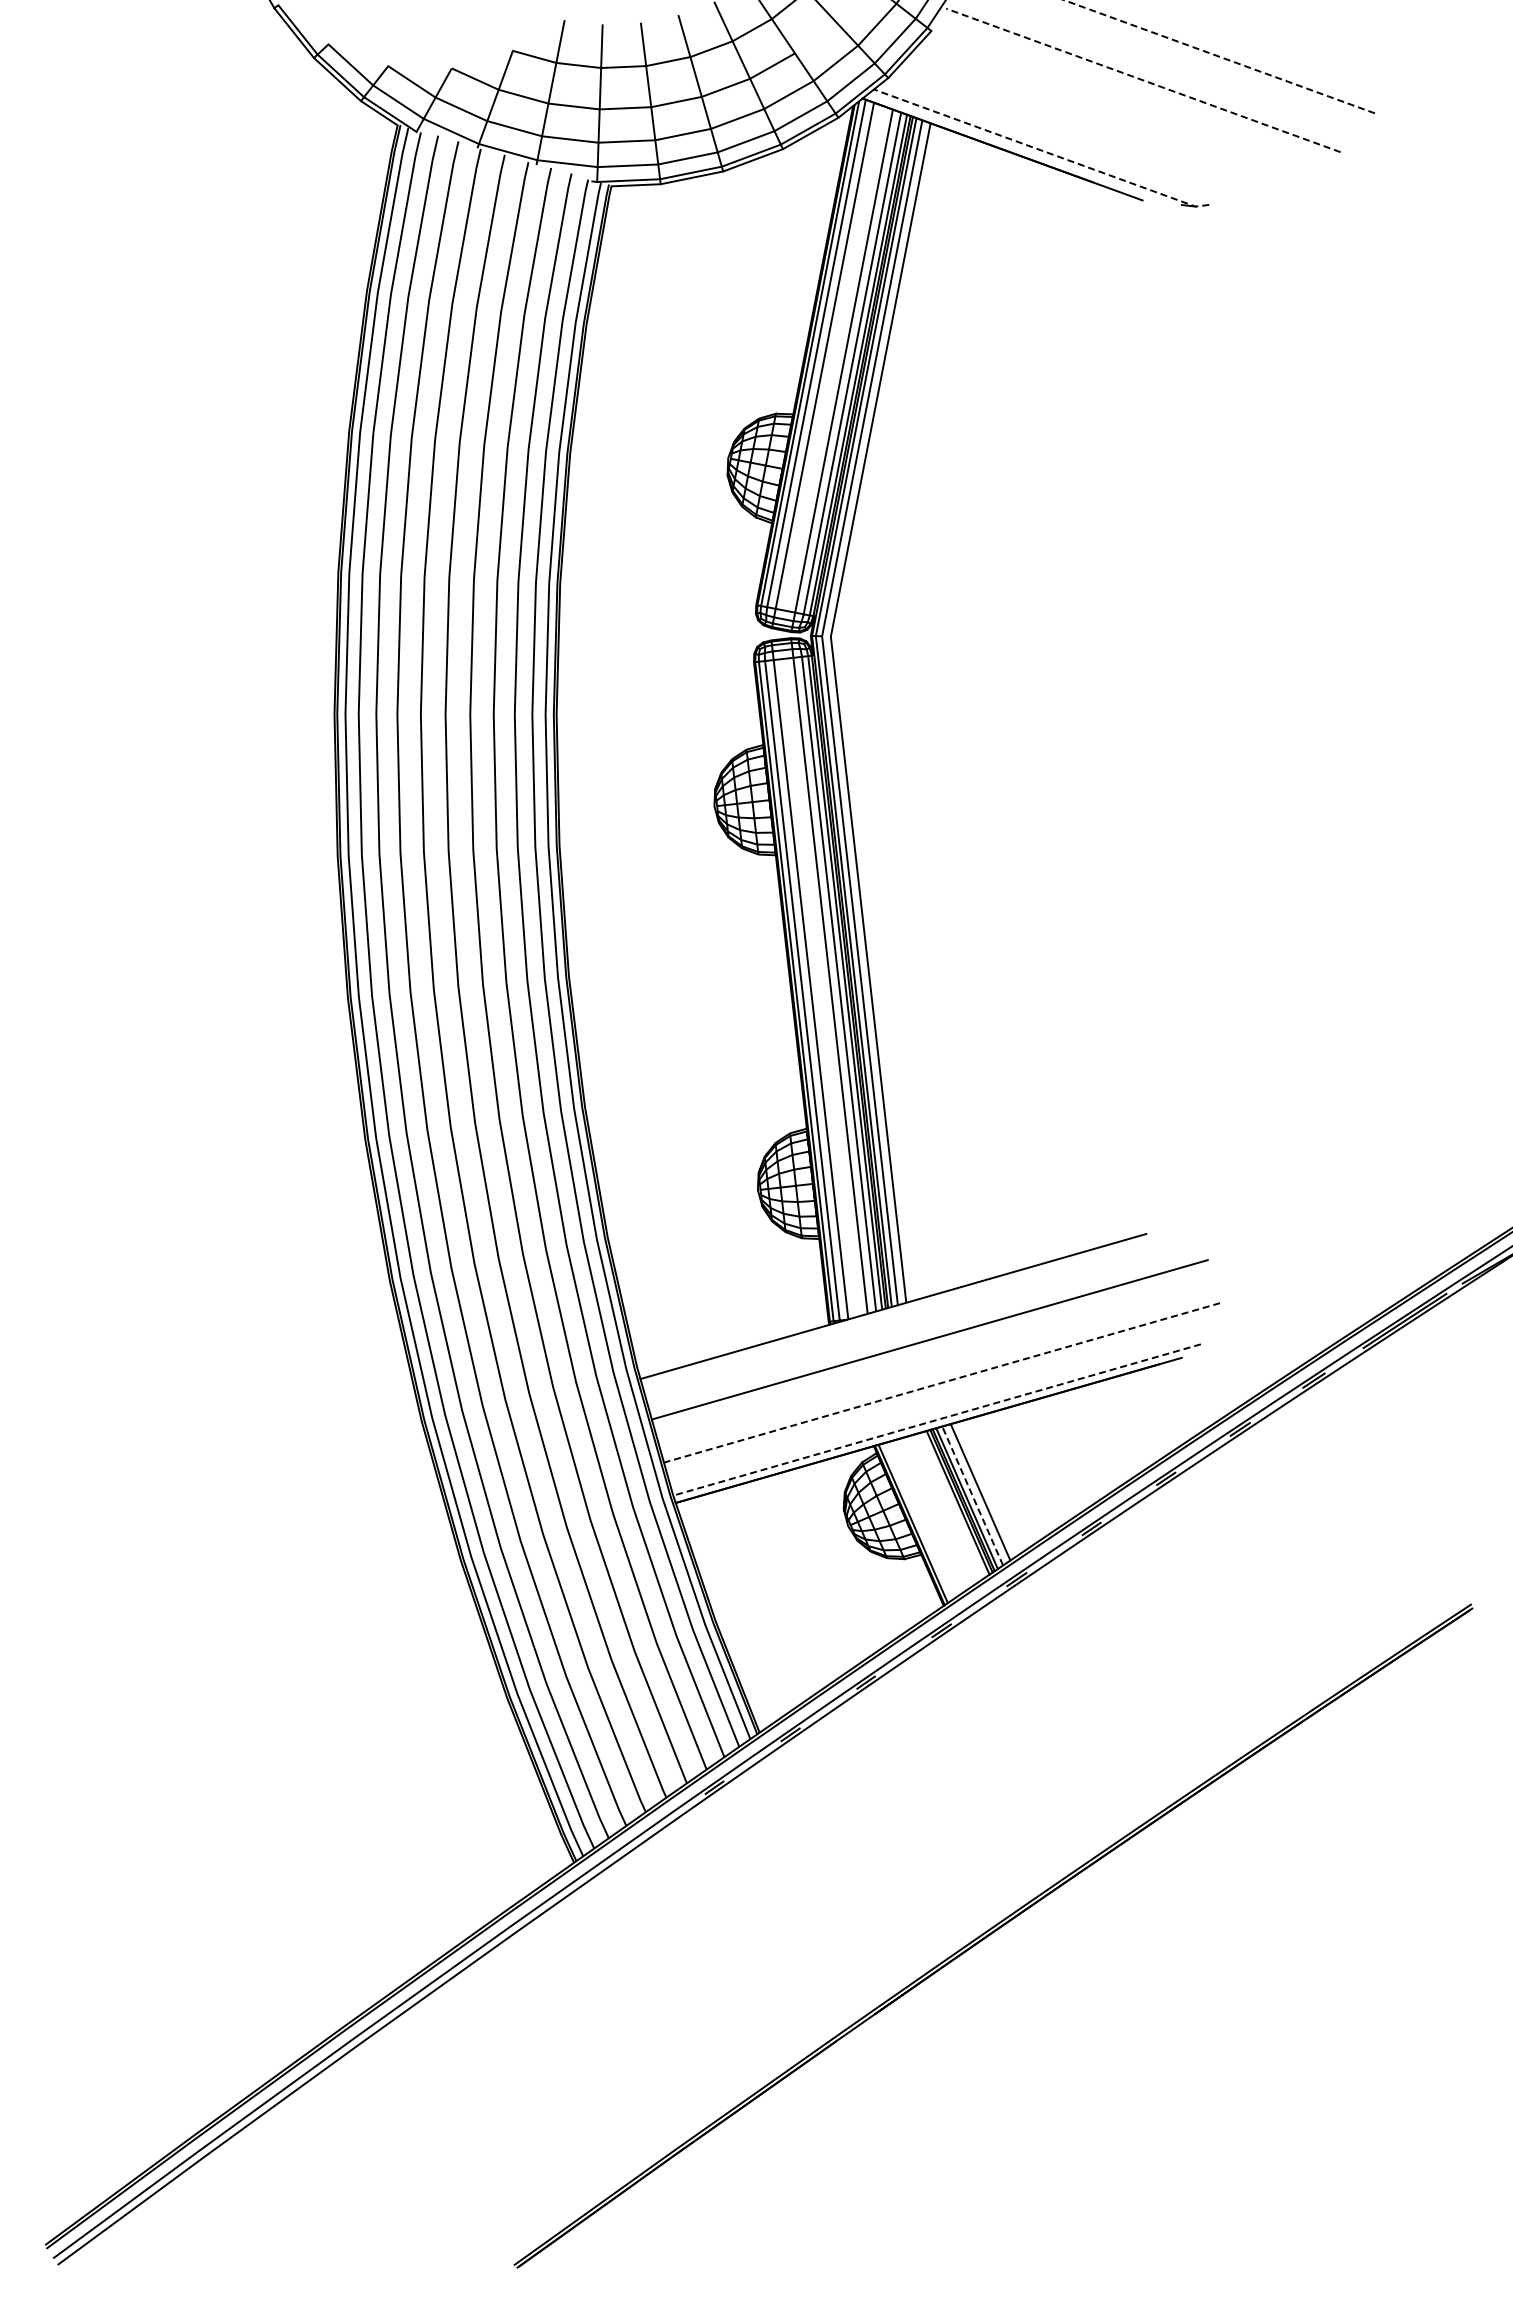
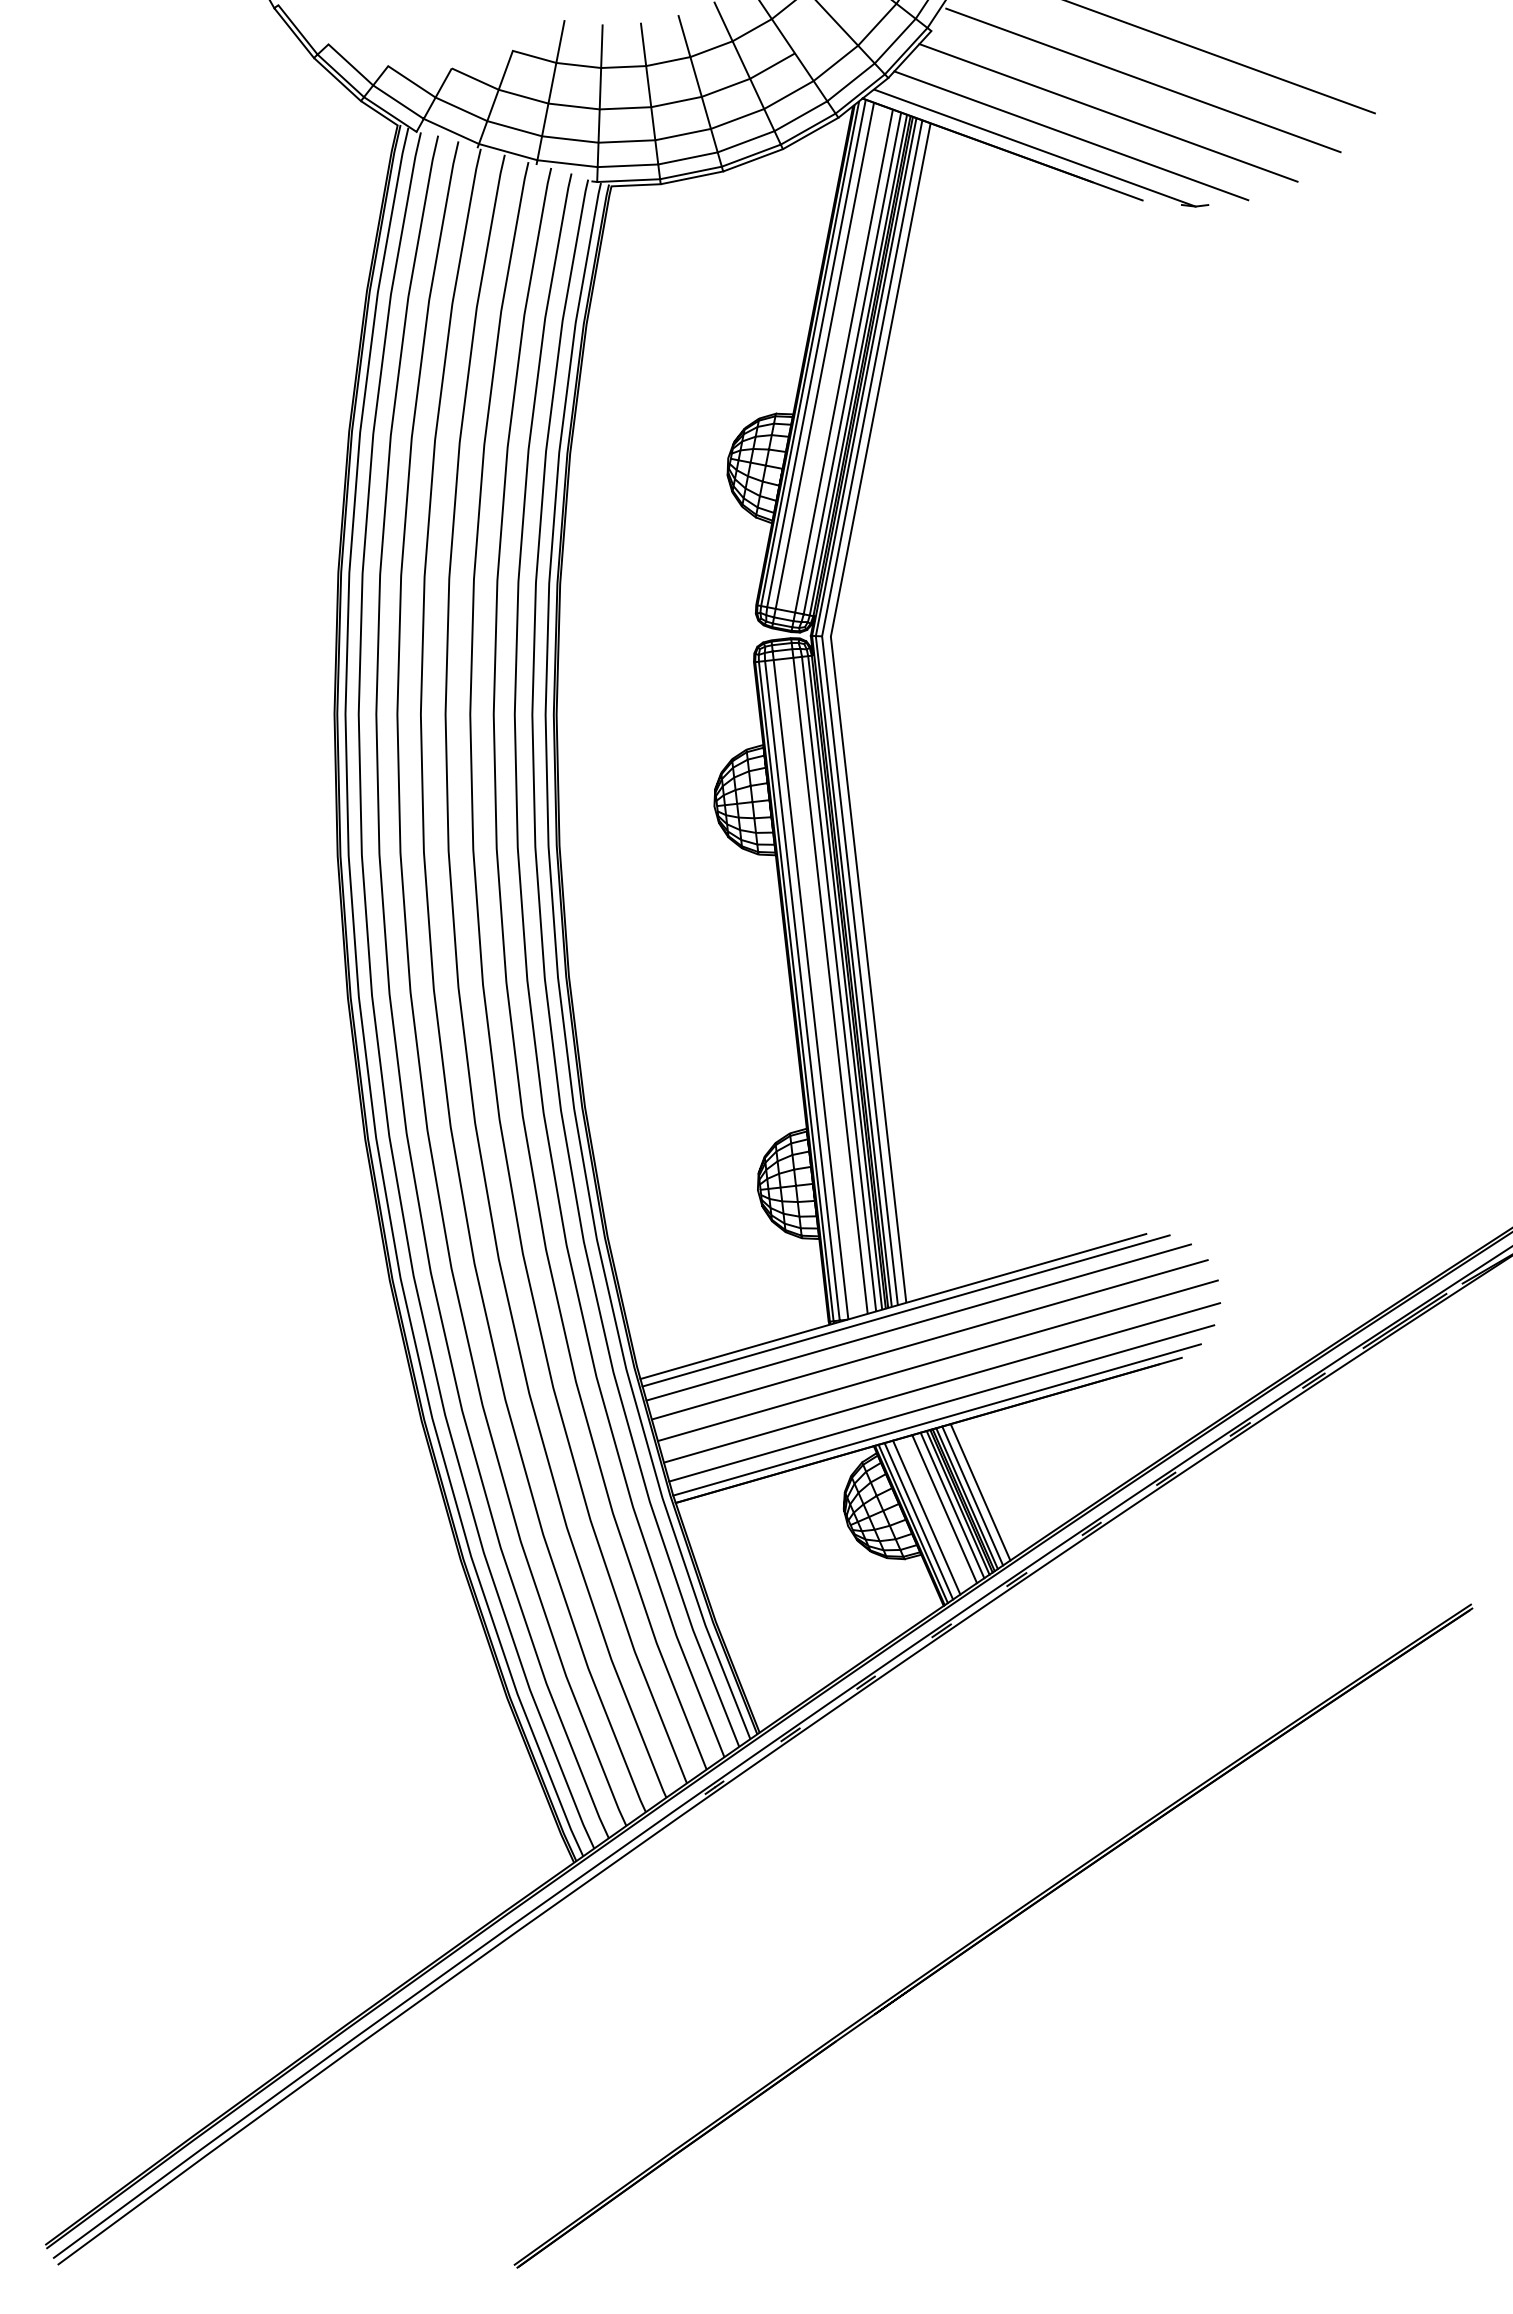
line at (1219, 56): dashed -> solid
line at (1143, 80): dashed -> solid
line at (1108, 112): none -> present
line at (1071, 135): none -> present
line at (1041, 150): dashed -> solid
line at (905, 1310): none -> present
line at (918, 1322): none -> present
line at (937, 1360): none -> present
line at (941, 1383): dashed -> solid
line at (941, 1403): none -> present
line at (936, 1420): dashed -> solid
line at (972, 1496): dashed -> solid
line at (952, 1505): none -> present
line at (944, 1509): none -> present
line at (926, 1517): none -> present
line at (918, 1521): none -> present
